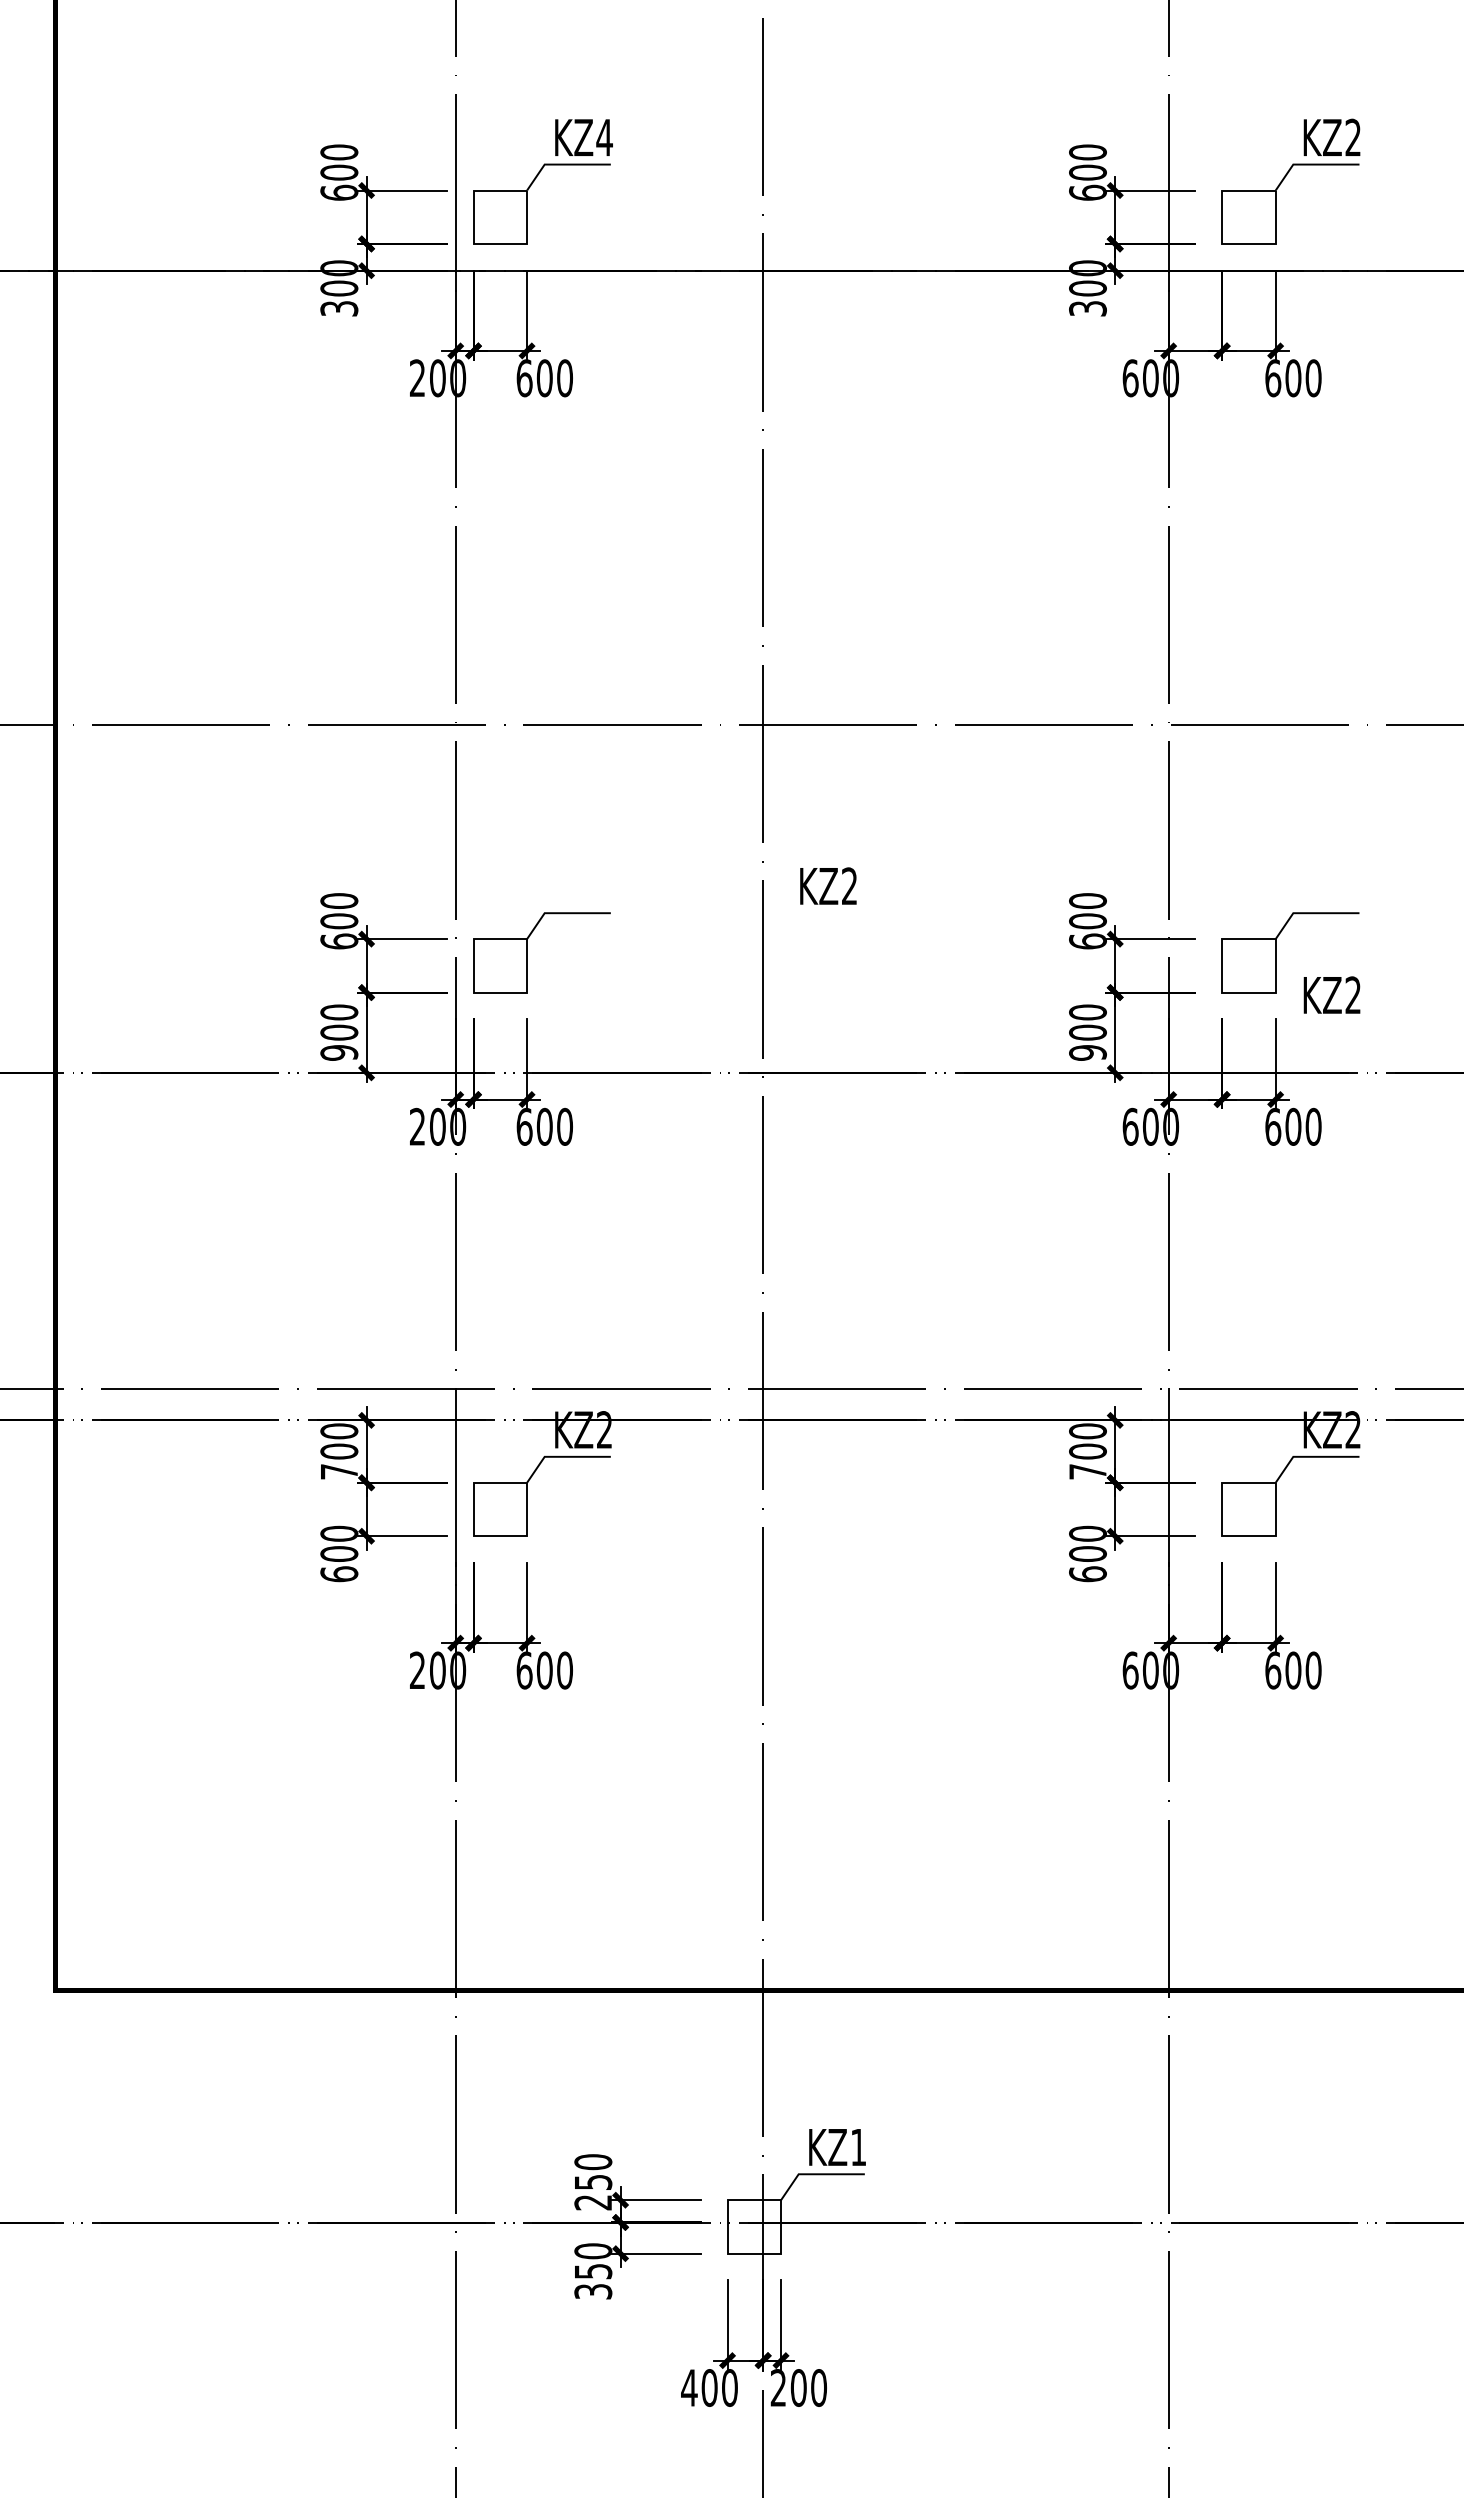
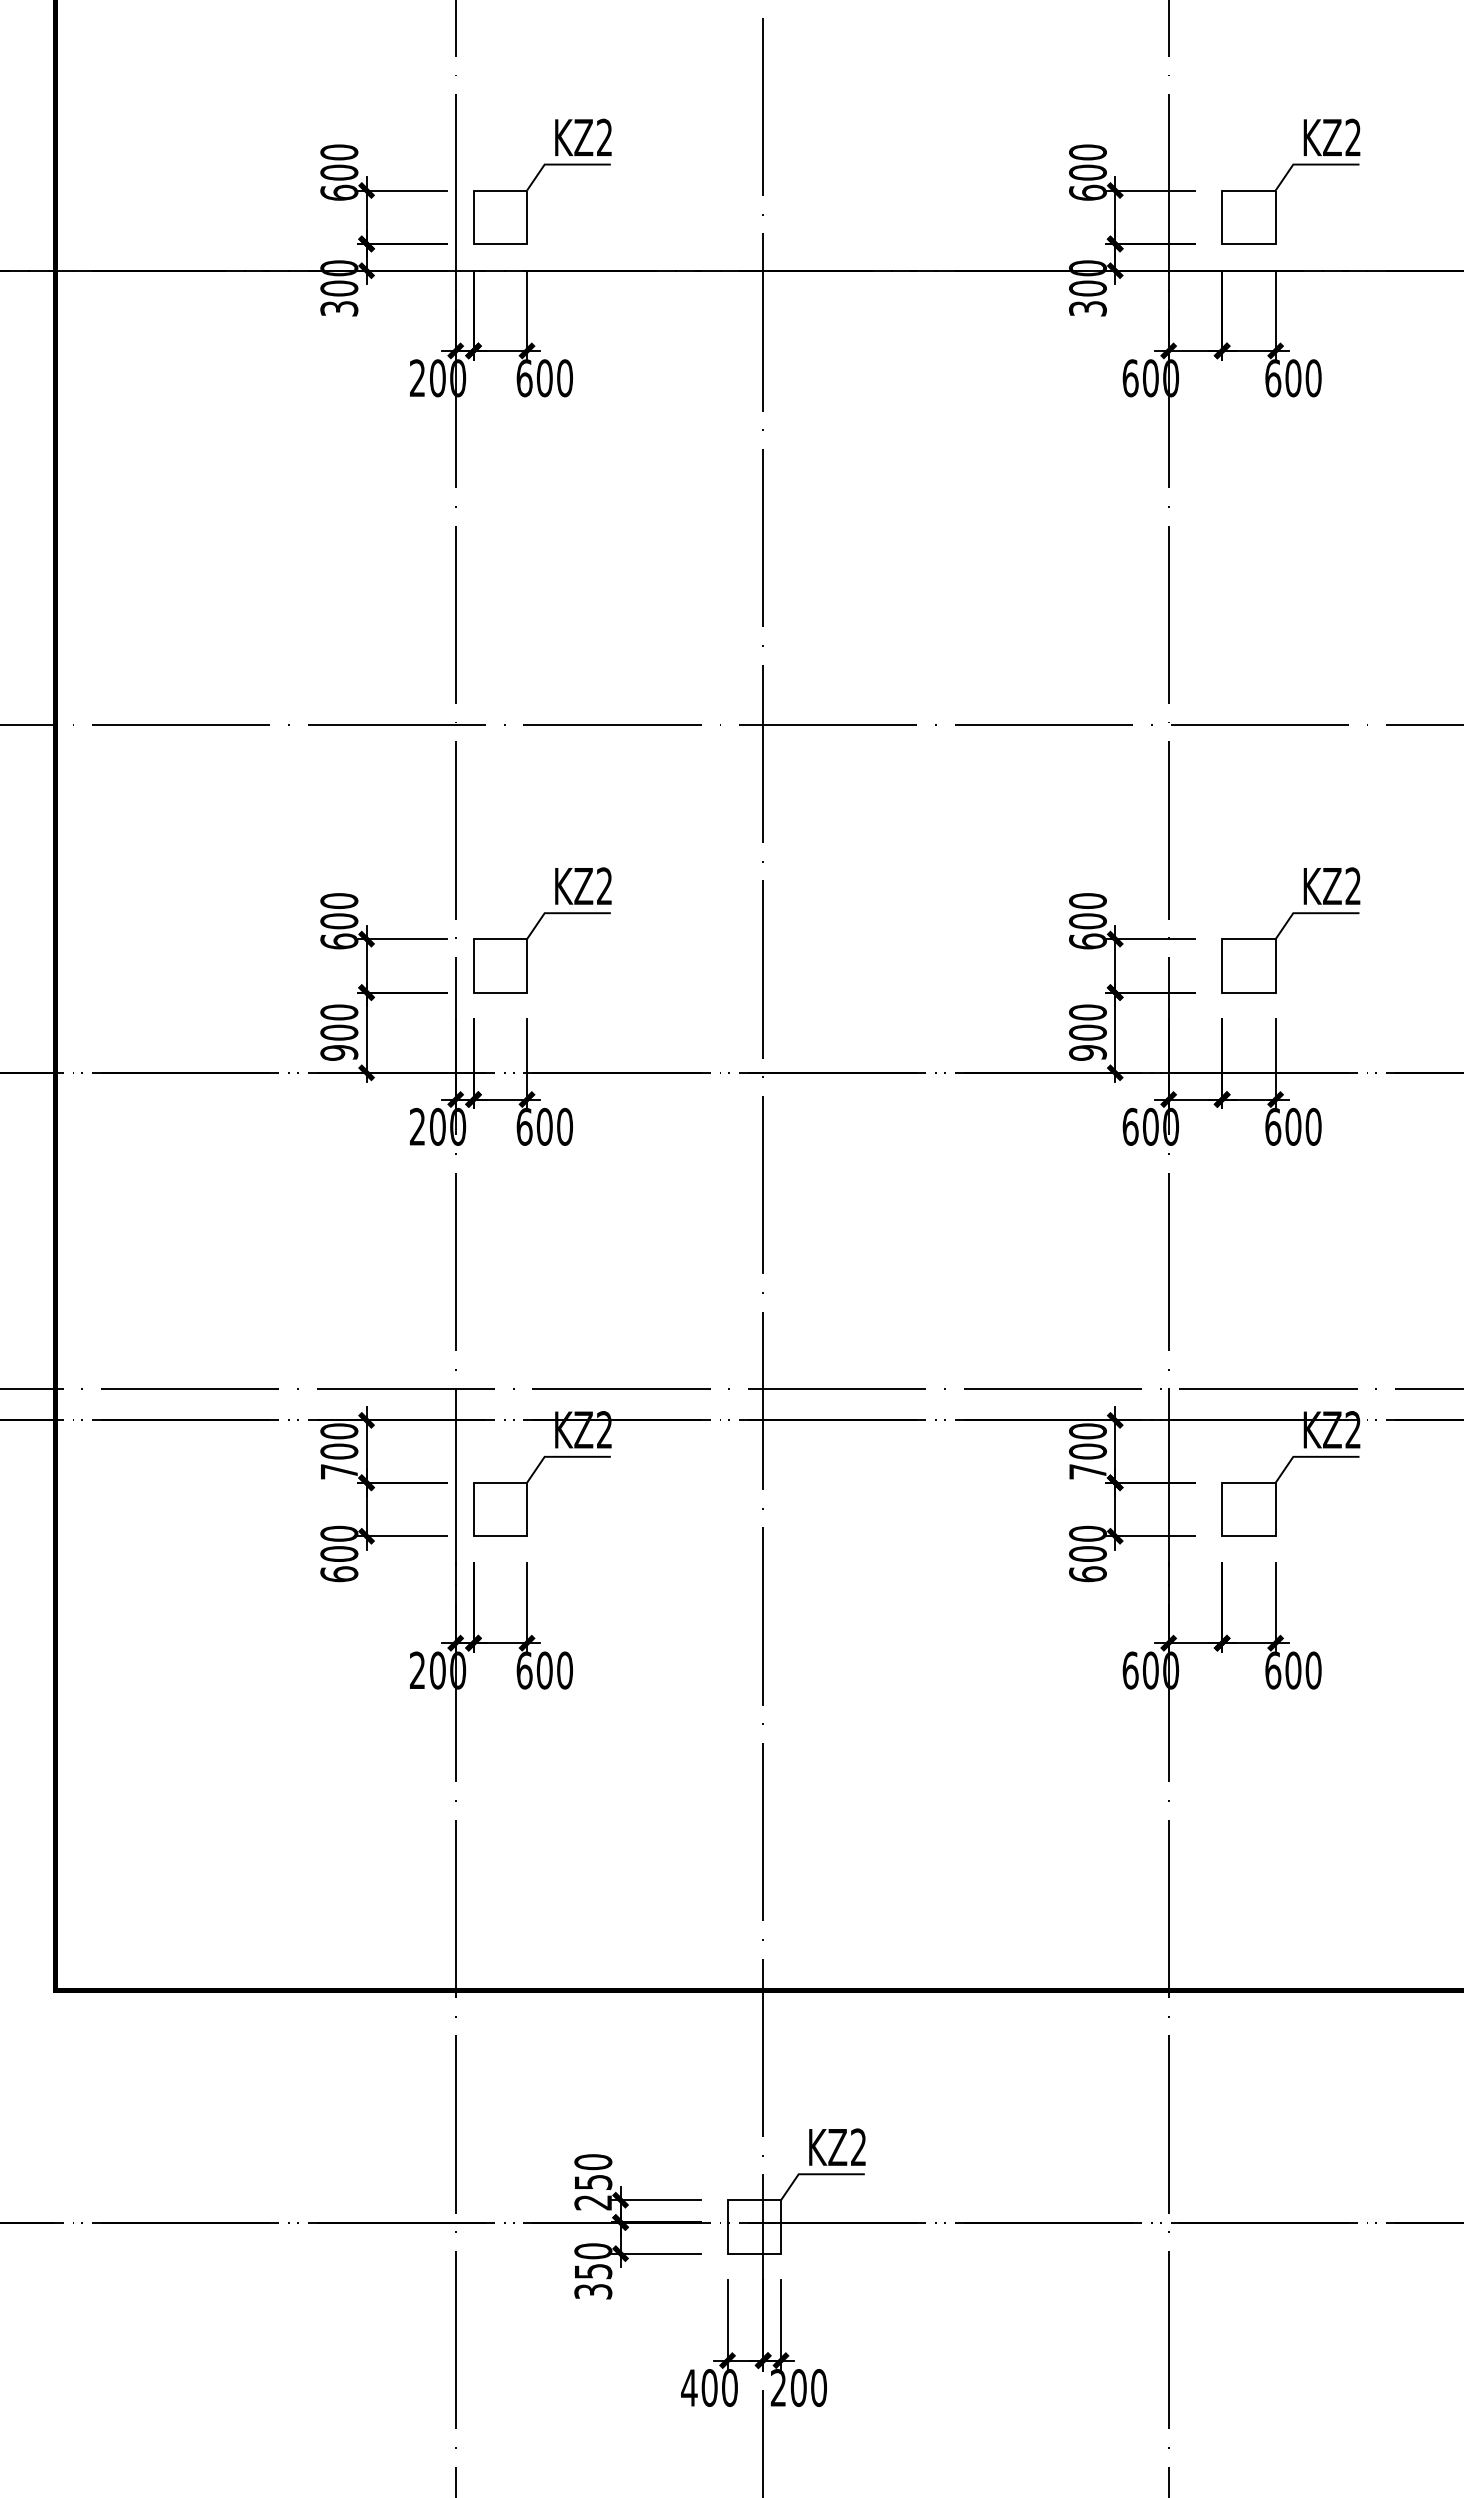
text at (604, 137): KZ4 -> KZ2
text at (828, 885) position: (828, 885) -> (583, 885)
text at (1331, 994) position: (1331, 994) -> (1331, 885)
text at (858, 2146): KZ1 -> KZ2
